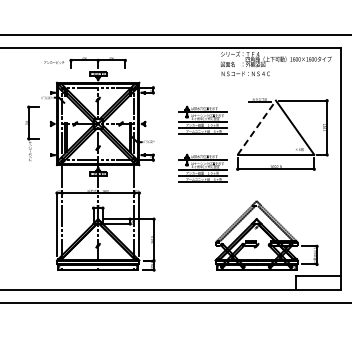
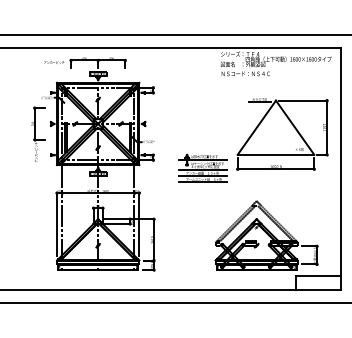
part at (202, 119): present -> none
line at (257, 127): dashed -> solid
part at (32, 133) position: (32, 133) -> (38, 134)
